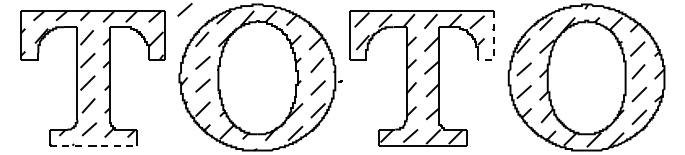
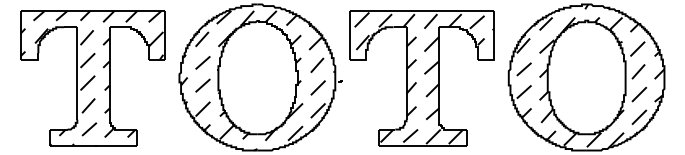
line at (184, 9): present -> none
line at (494, 44): dashed -> solid
line at (93, 145): dashed -> solid
